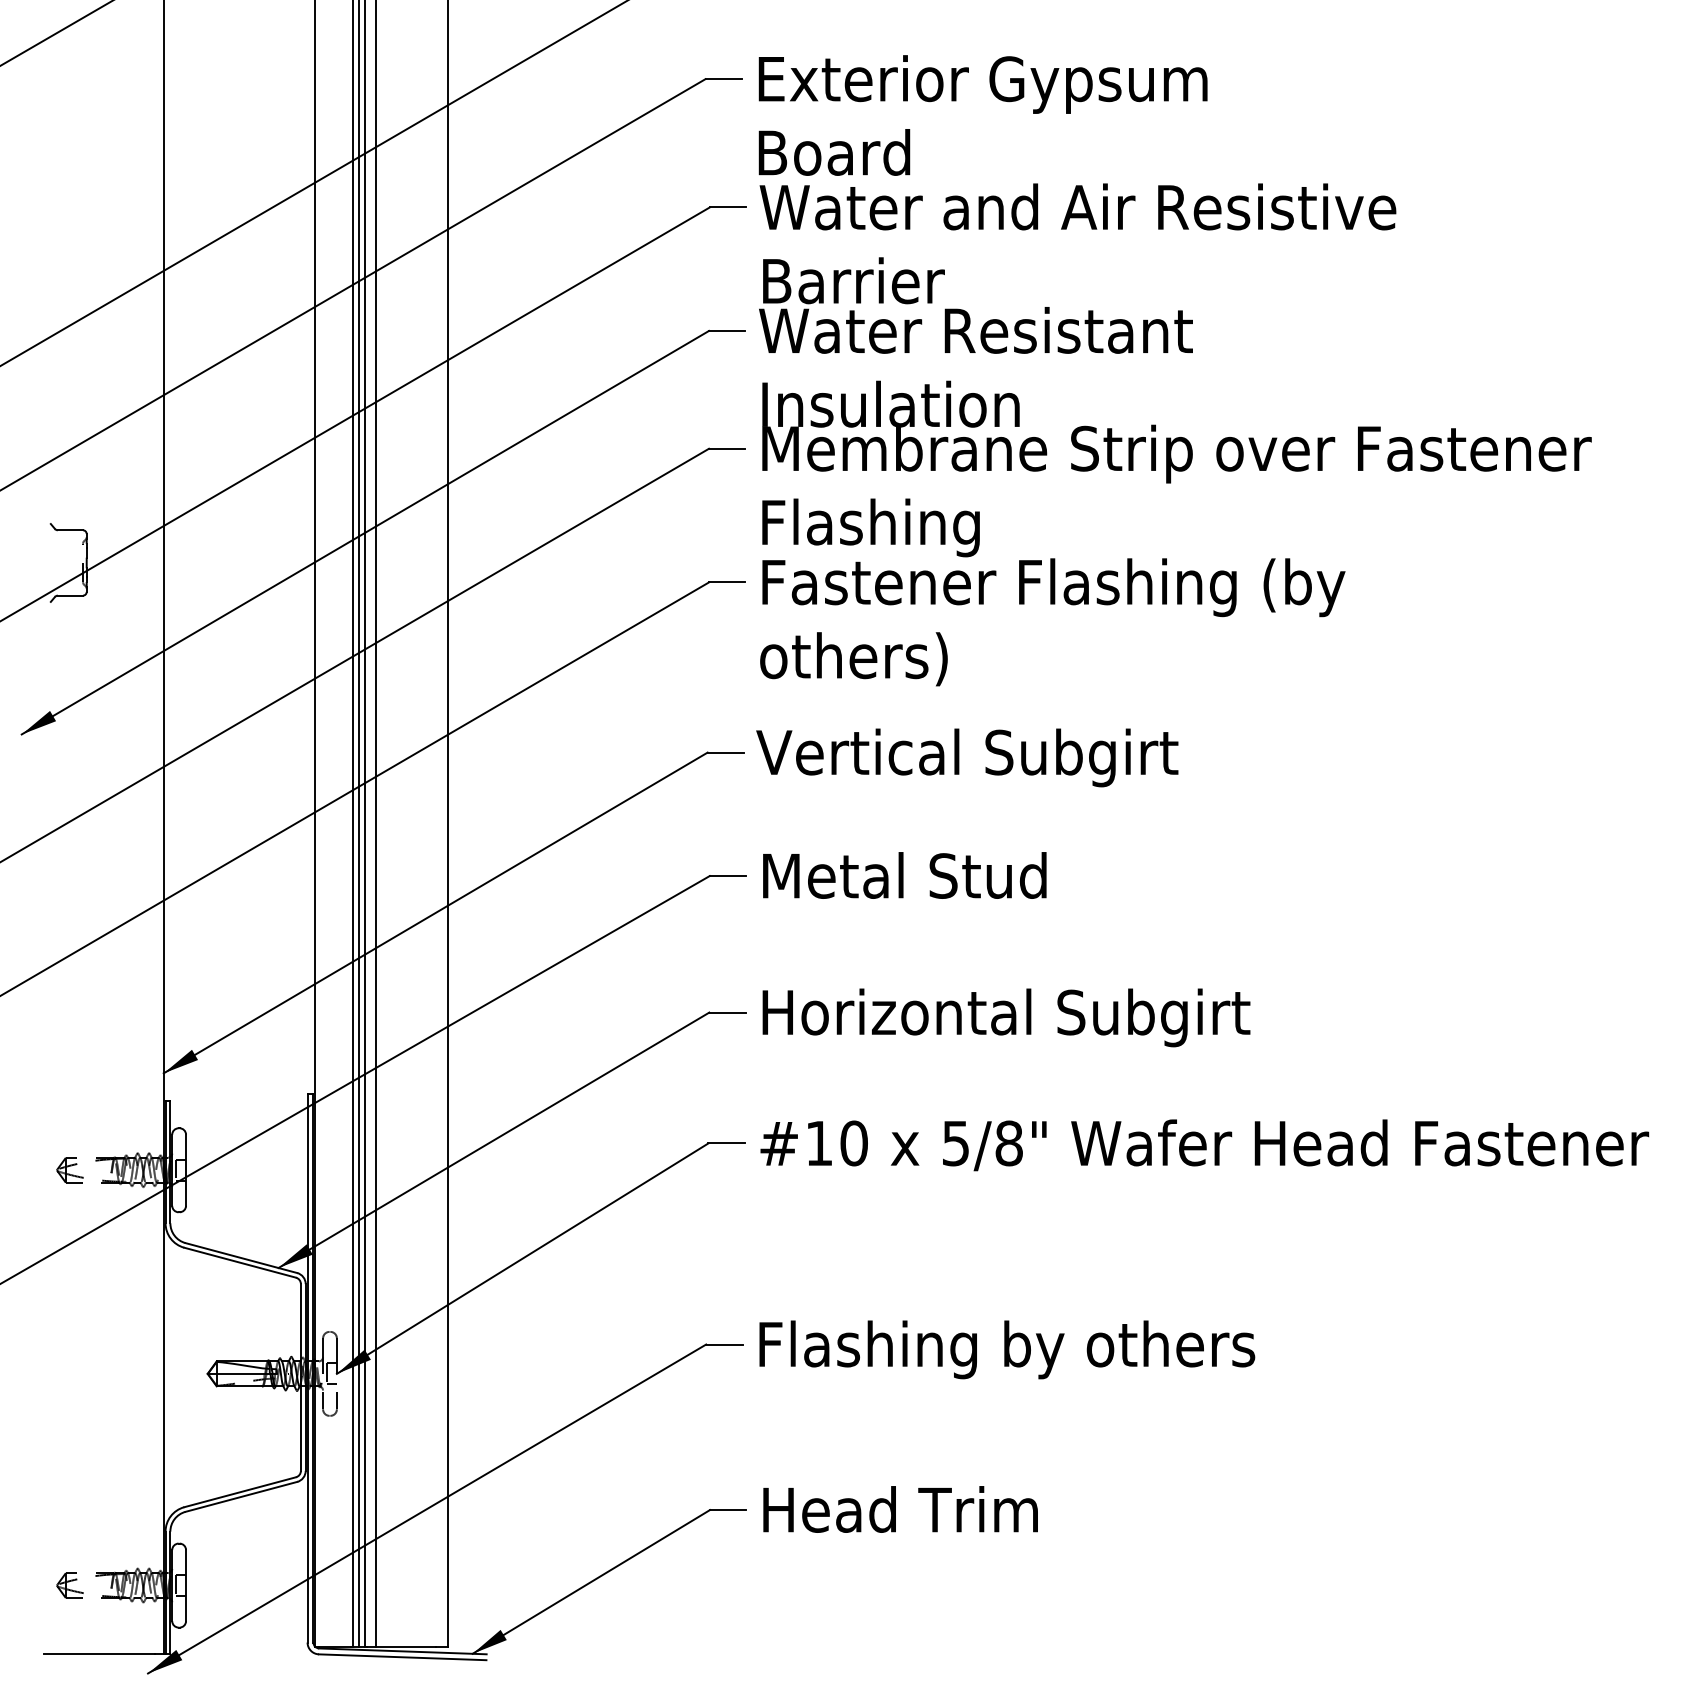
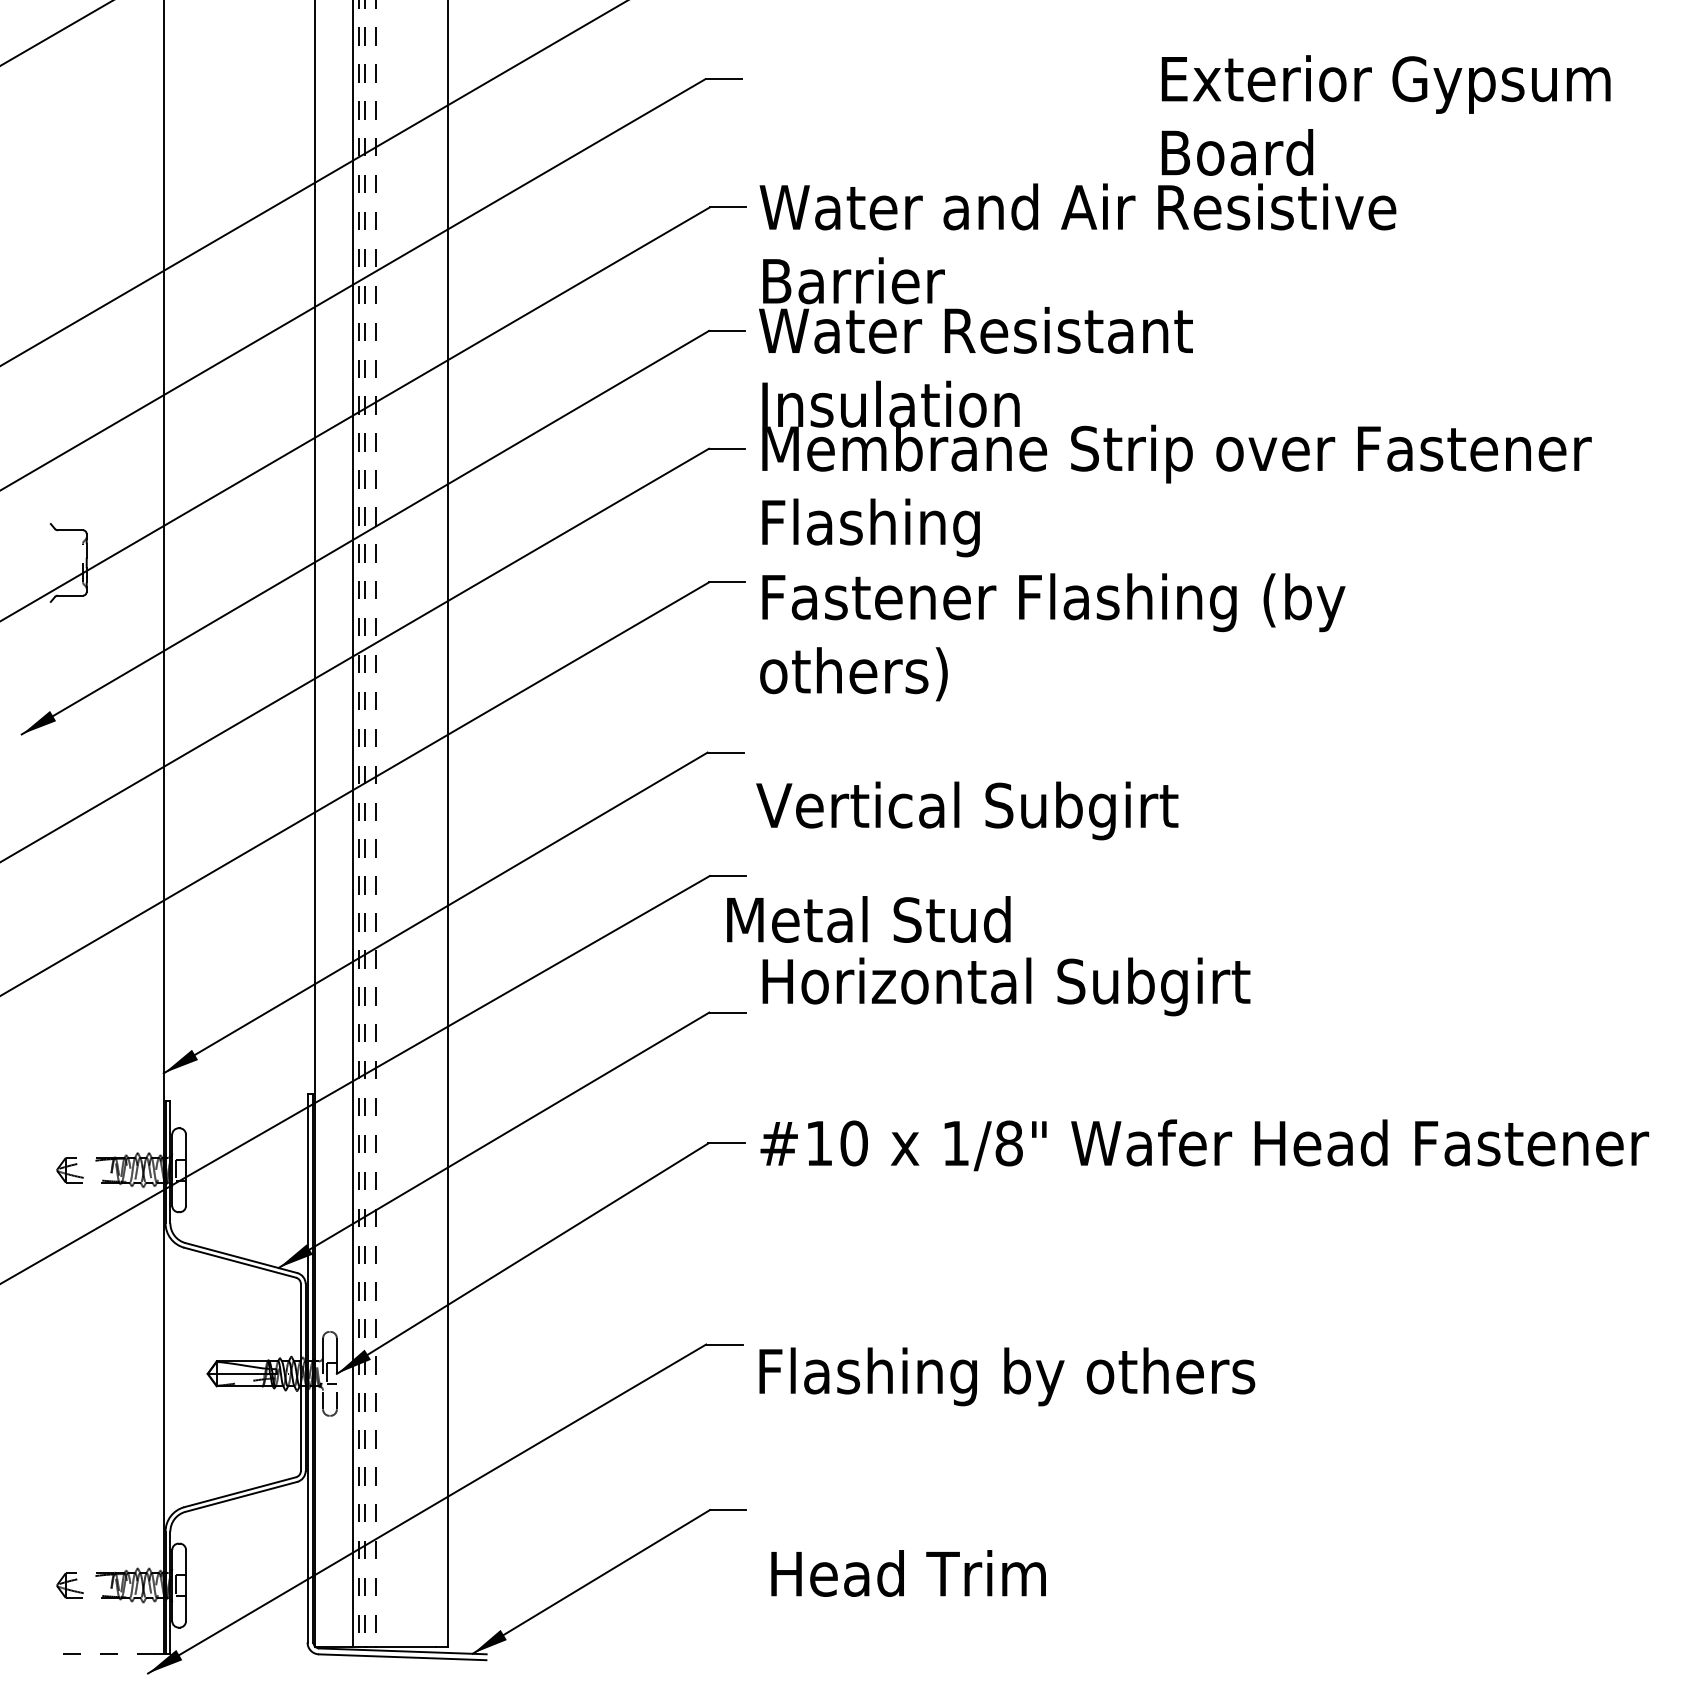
text at (982, 115) position: (982, 115) -> (1385, 115)
text at (1052, 622) position: (1052, 622) -> (1052, 637)
text at (967, 757) position: (967, 757) -> (967, 810)
line at (358, 823): solid -> dashed
line at (364, 823): solid -> dashed
line at (376, 823): solid -> dashed
text at (904, 875) position: (904, 875) -> (868, 919)
text at (1006, 1017) position: (1006, 1017) -> (1006, 986)
text at (955, 1143): 5/8" -> 1/8"
text at (1007, 1349) position: (1007, 1349) -> (1007, 1376)
text at (900, 1509) position: (900, 1509) -> (908, 1573)
line at (99, 1654): solid -> dashed
